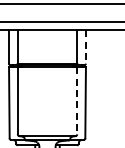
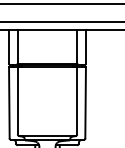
line at (85, 47): dashed -> solid
line at (77, 100): dashed -> solid
